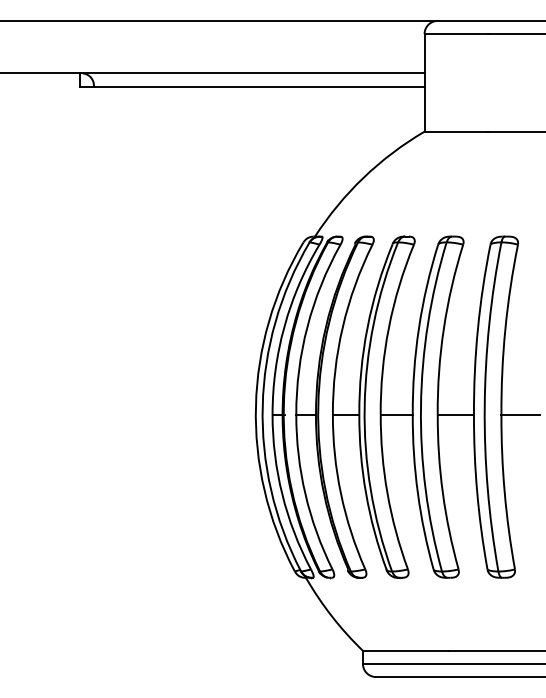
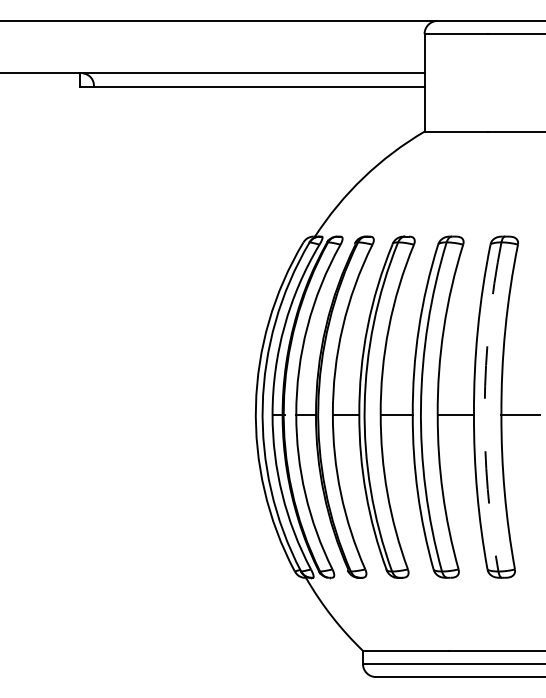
arc at (484, 406): solid -> dashed
